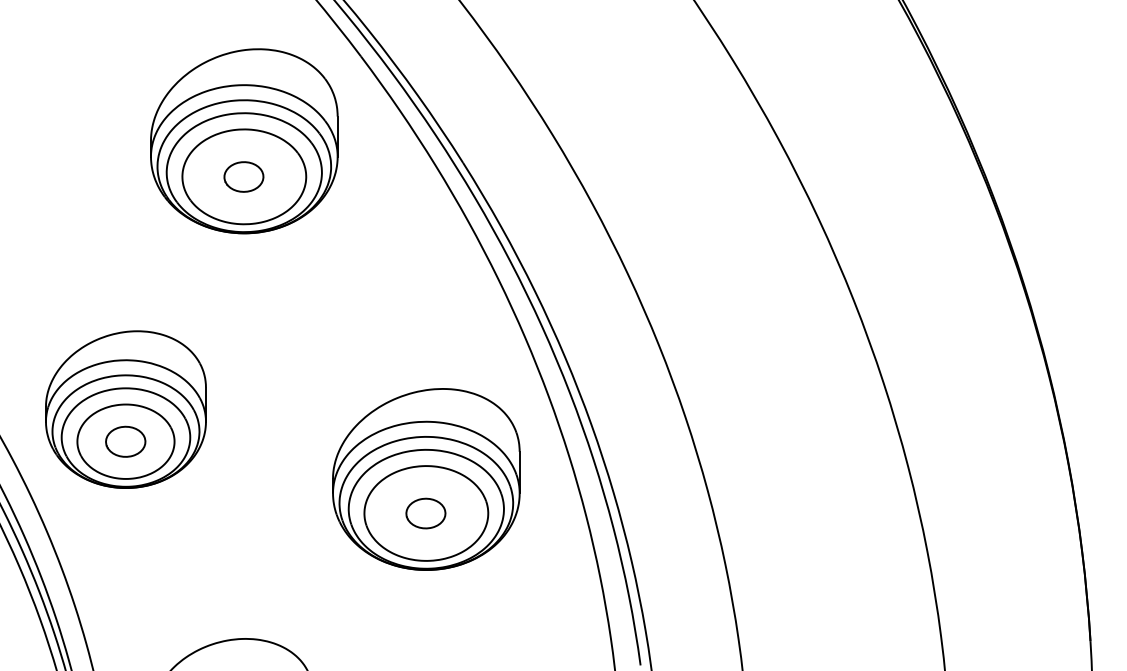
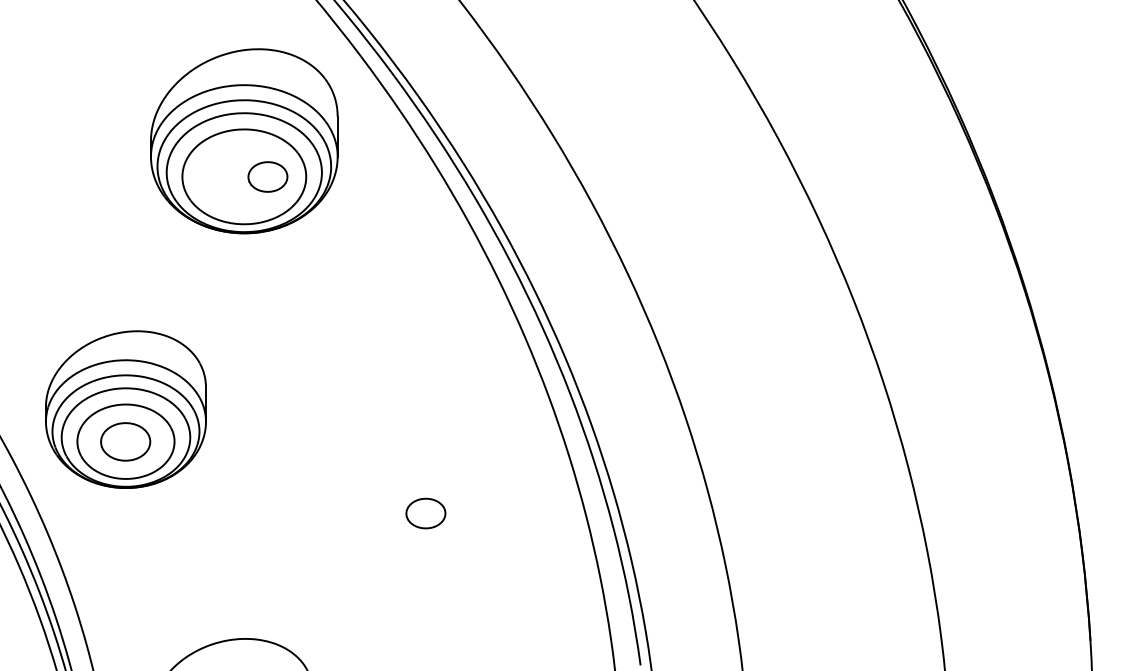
part at (243, 176) position: (243, 176) -> (267, 176)
part at (125, 441) size: 42x33 px -> 52x40 px
part at (426, 479): present -> none
